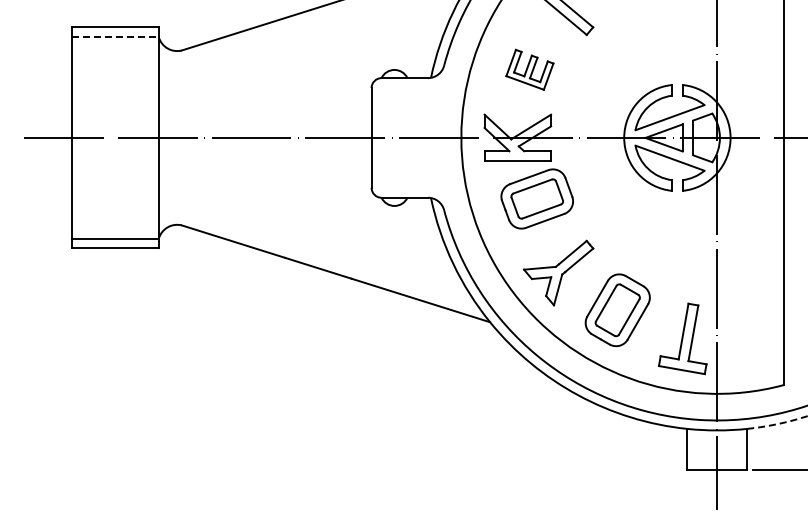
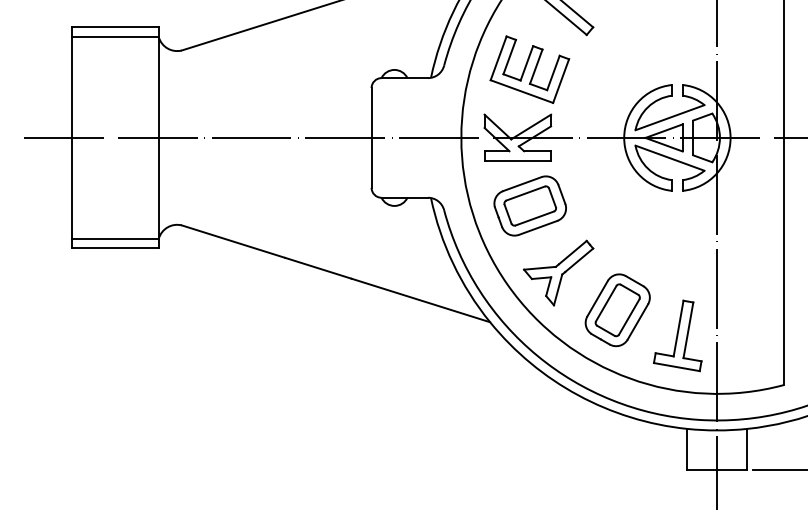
line at (116, 37): dashed -> solid
part at (529, 69) size: 50x43 px -> 82x70 px
part at (536, 198) position: (536, 198) -> (529, 205)
part at (682, 338) position: (682, 338) -> (677, 335)
arc at (778, 423): dashed -> solid
